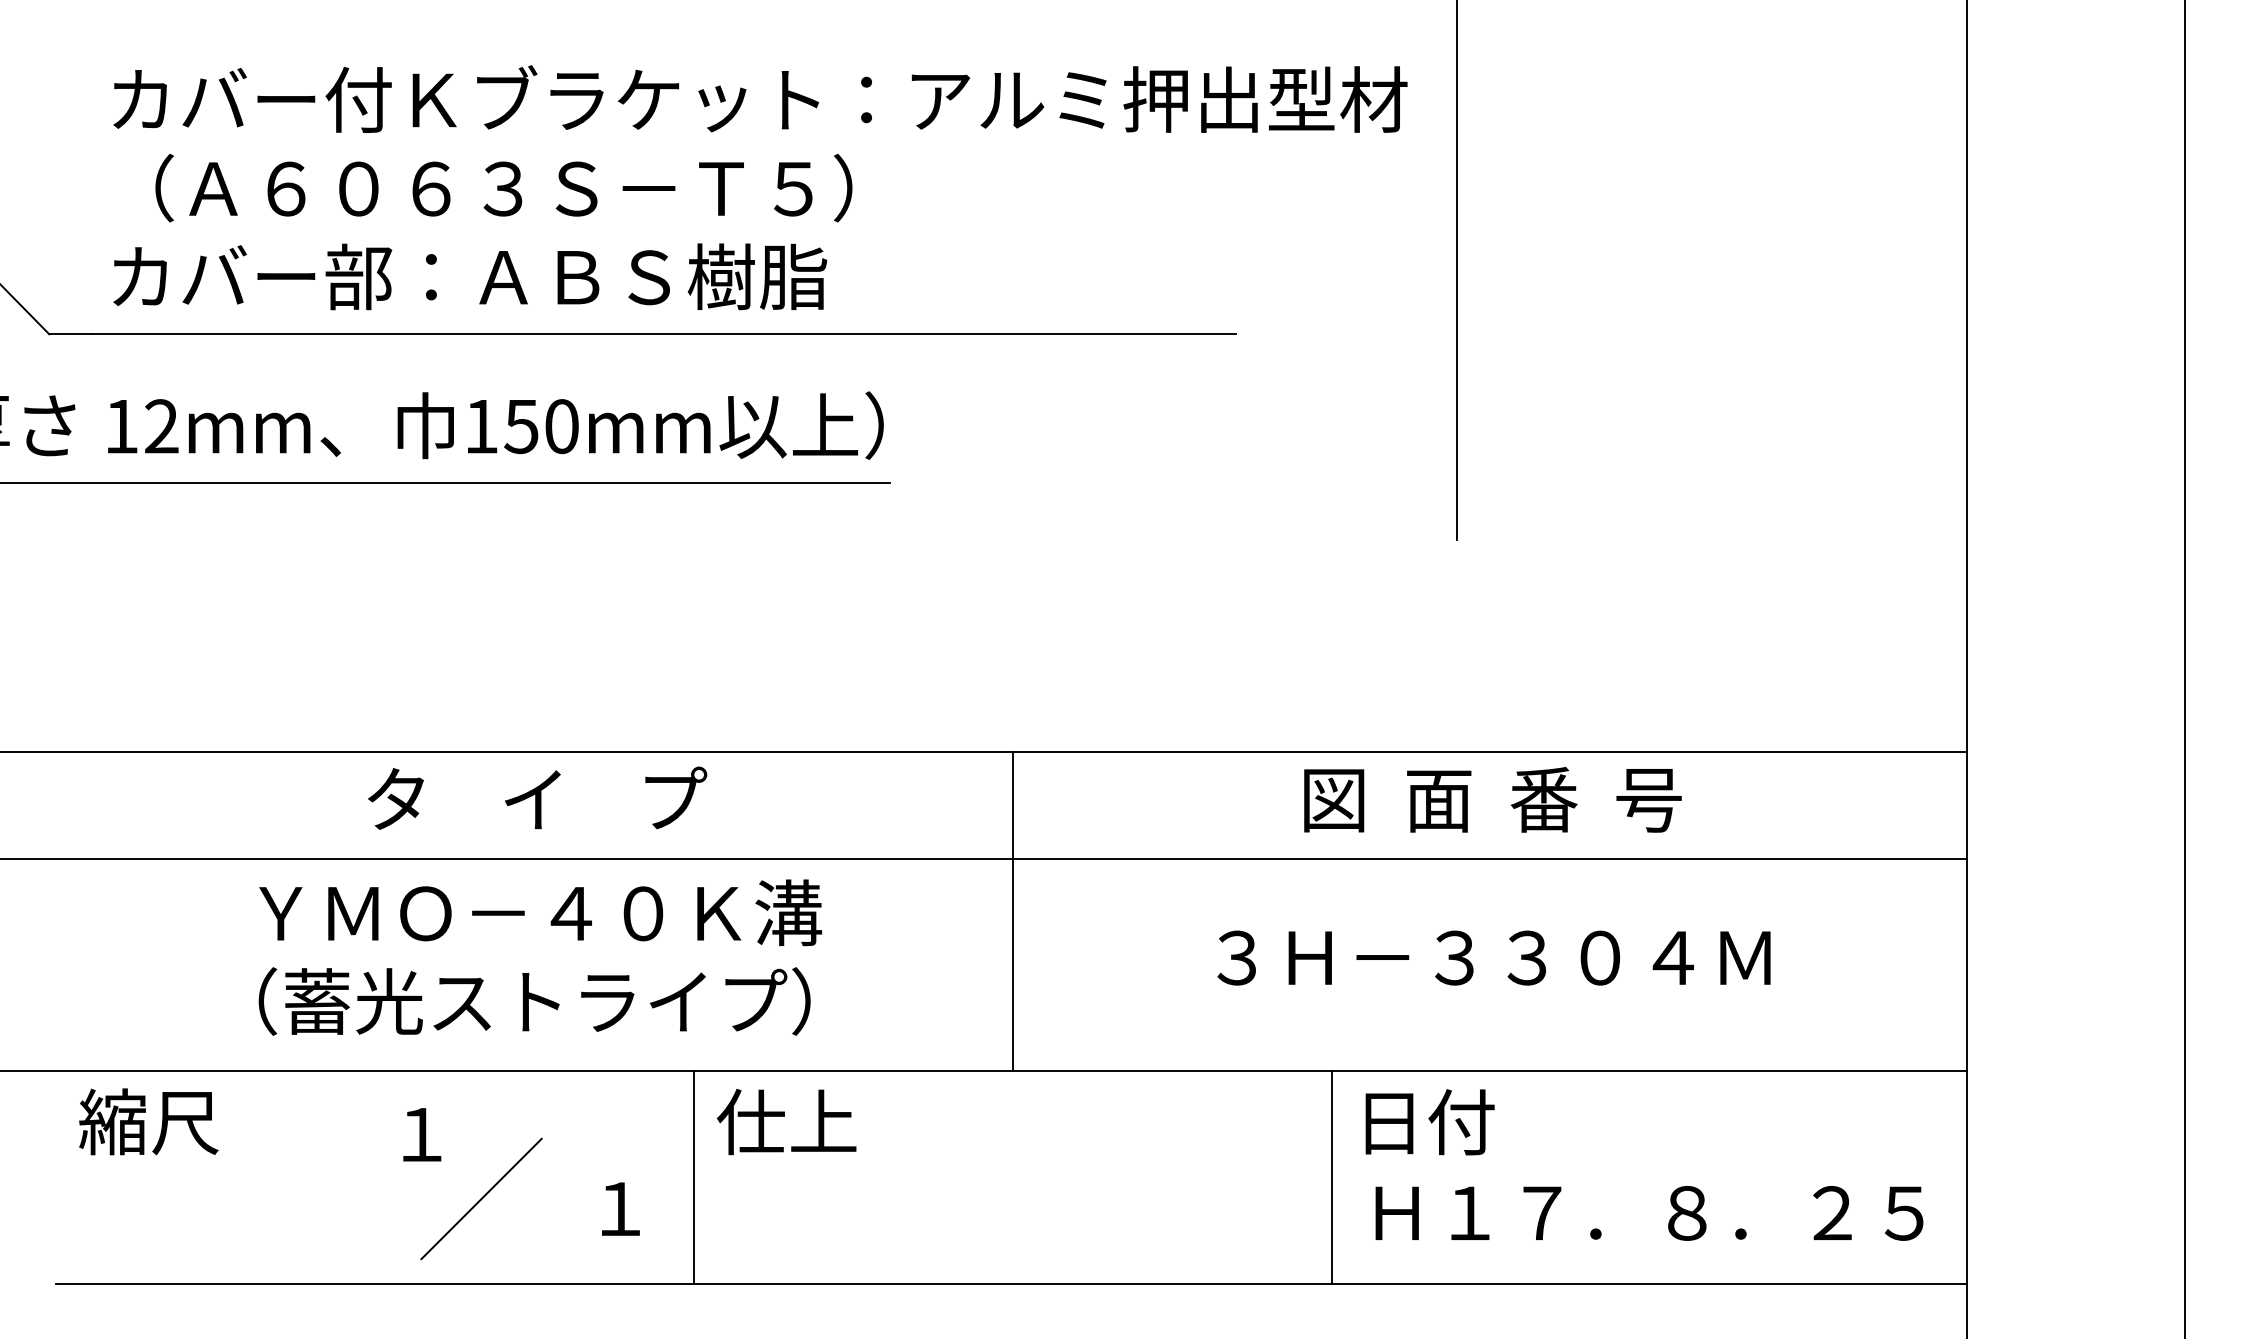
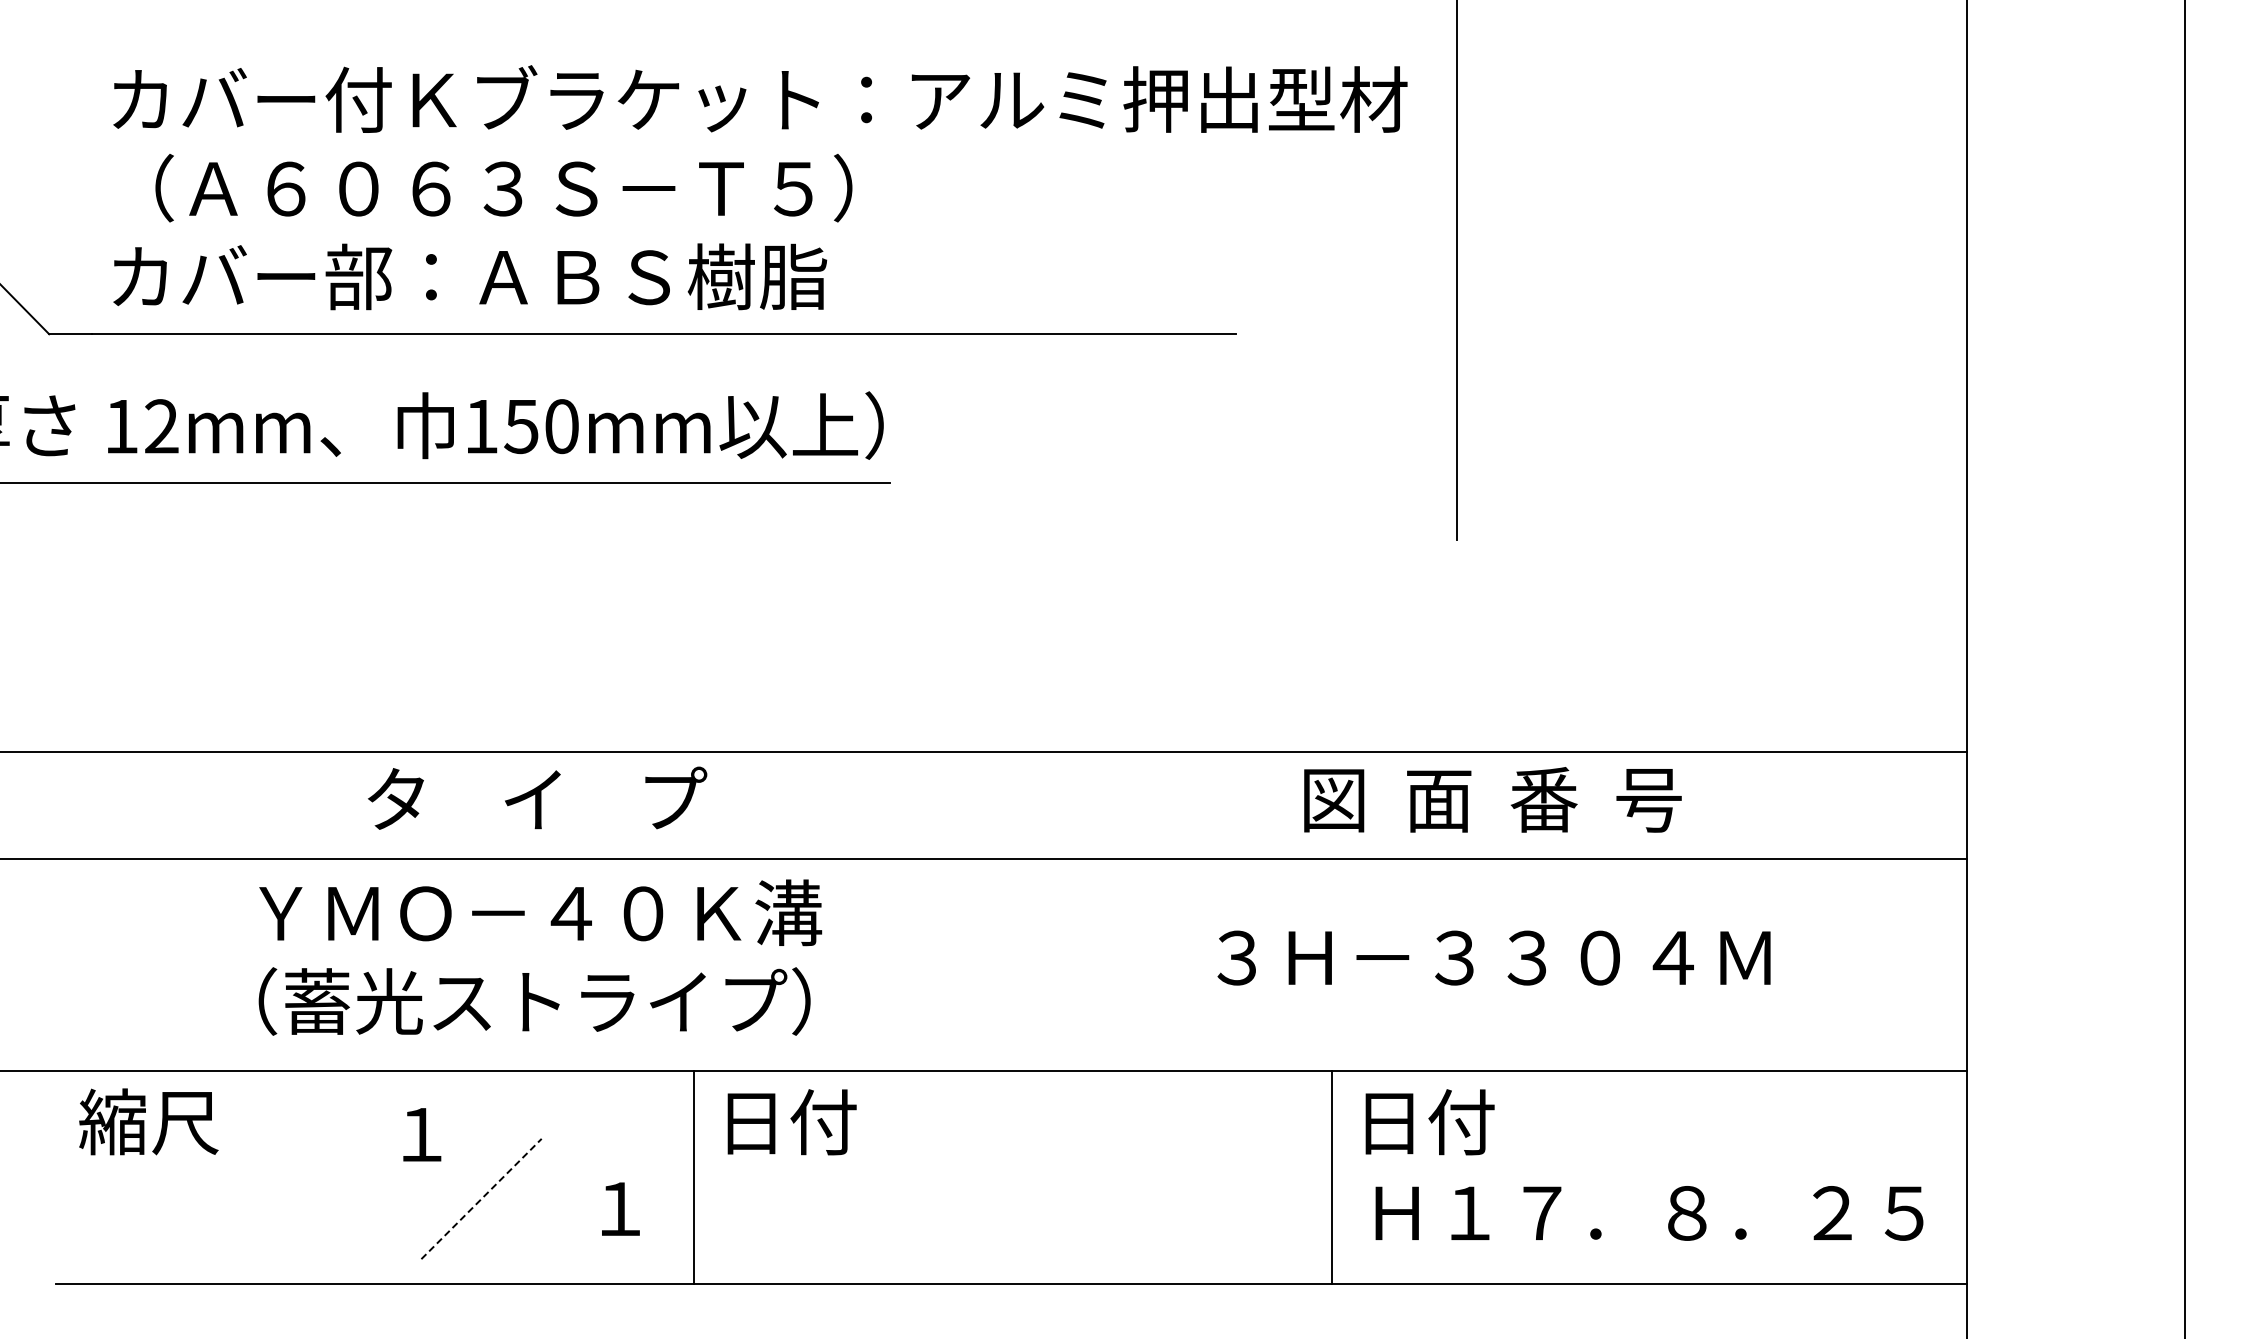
line at (1013, 911): present -> none
text at (786, 1121): 仕上 -> 日付
line at (481, 1198): solid -> dashed
